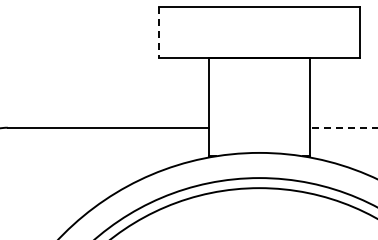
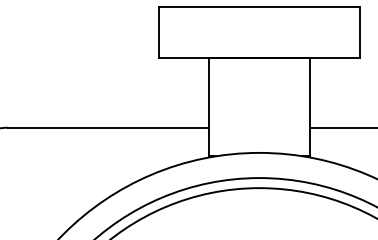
line at (158, 32): dashed -> solid
line at (343, 127): dashed -> solid
